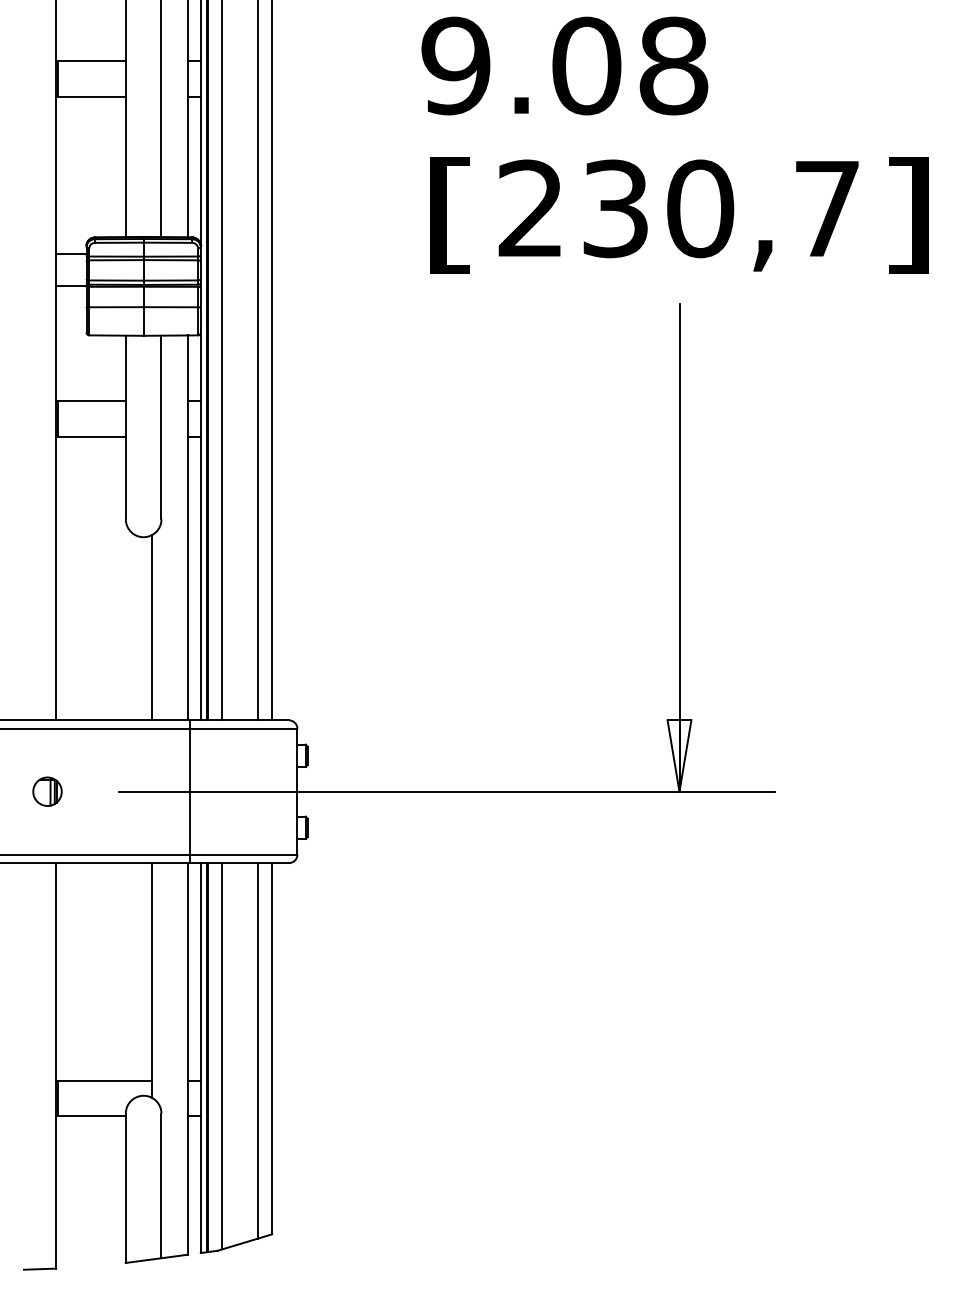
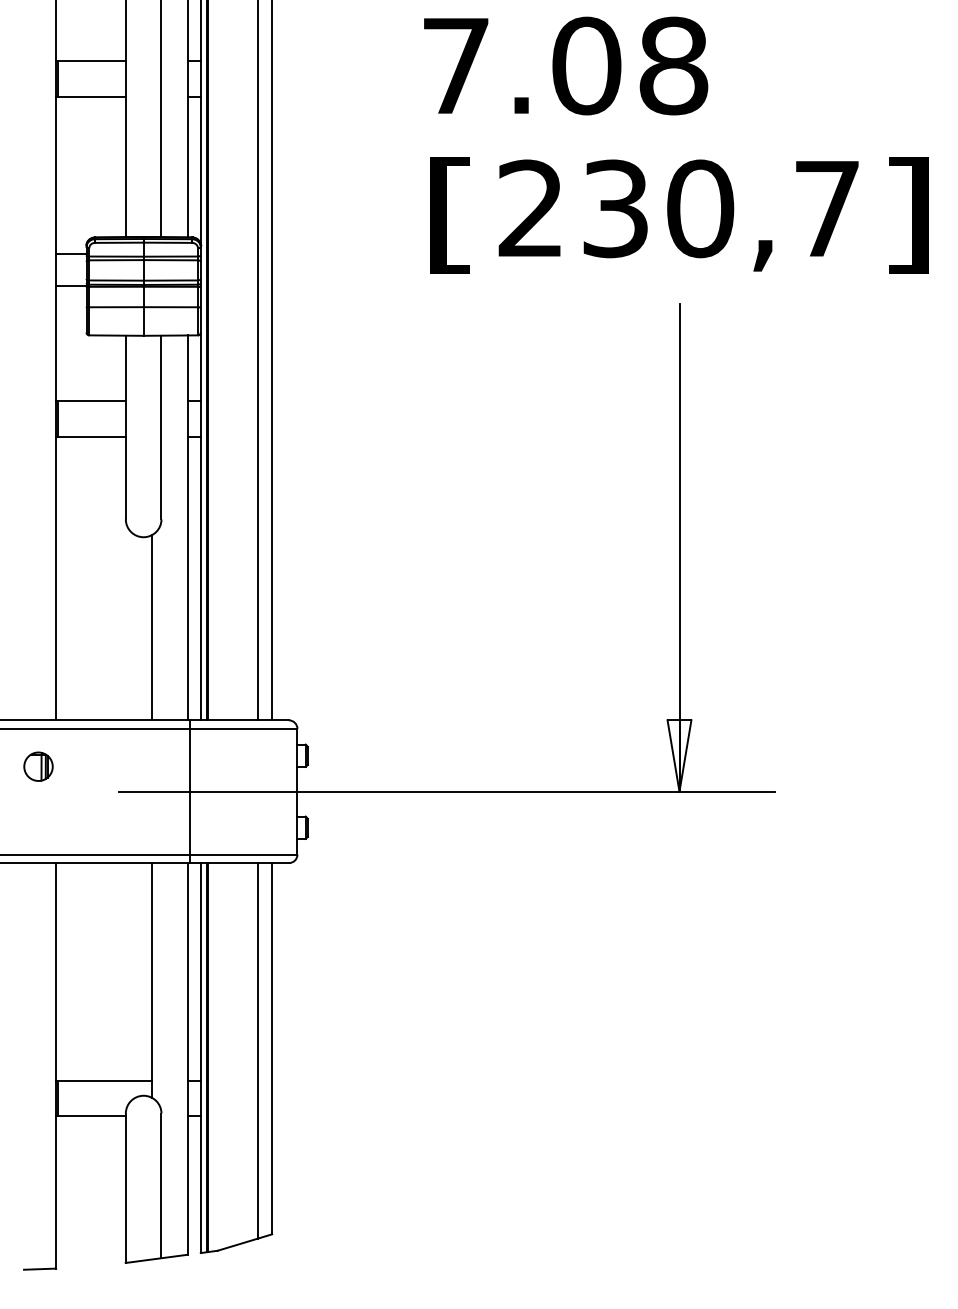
text at (455, 65): 9.08 -> 7.08
line at (222, 361): present -> none
part at (47, 791) position: (47, 791) -> (38, 766)
line at (222, 1056): present -> none
